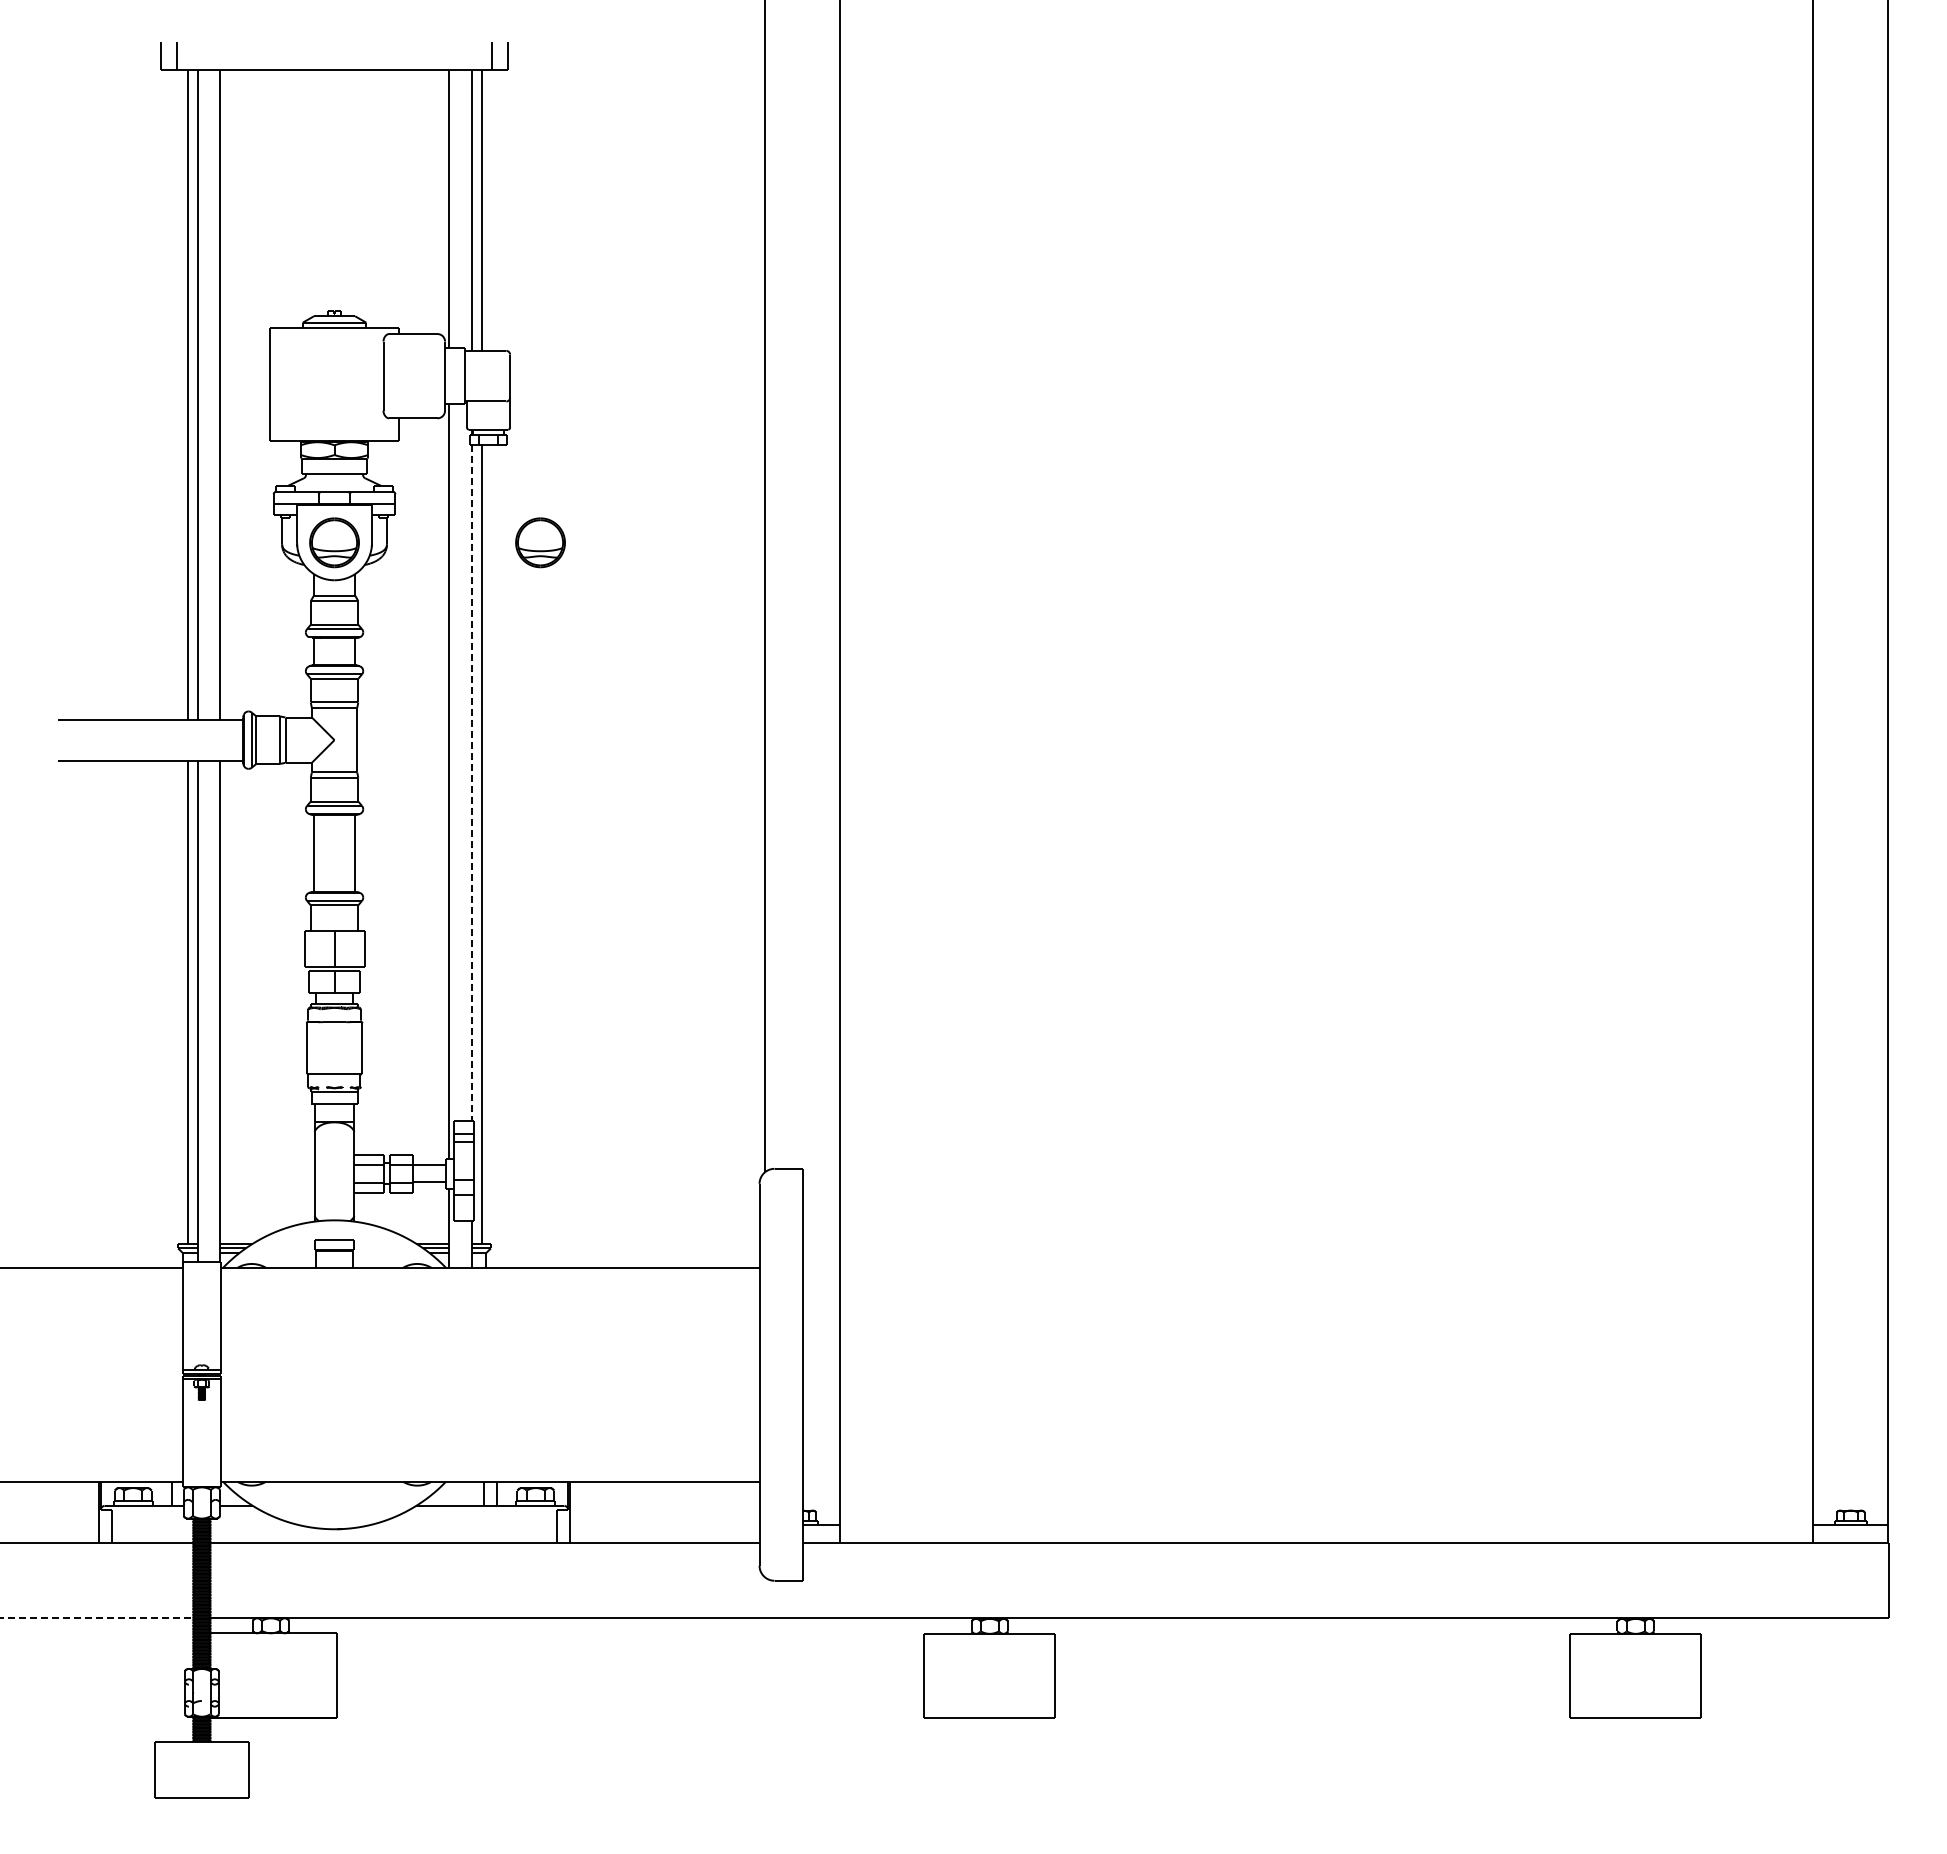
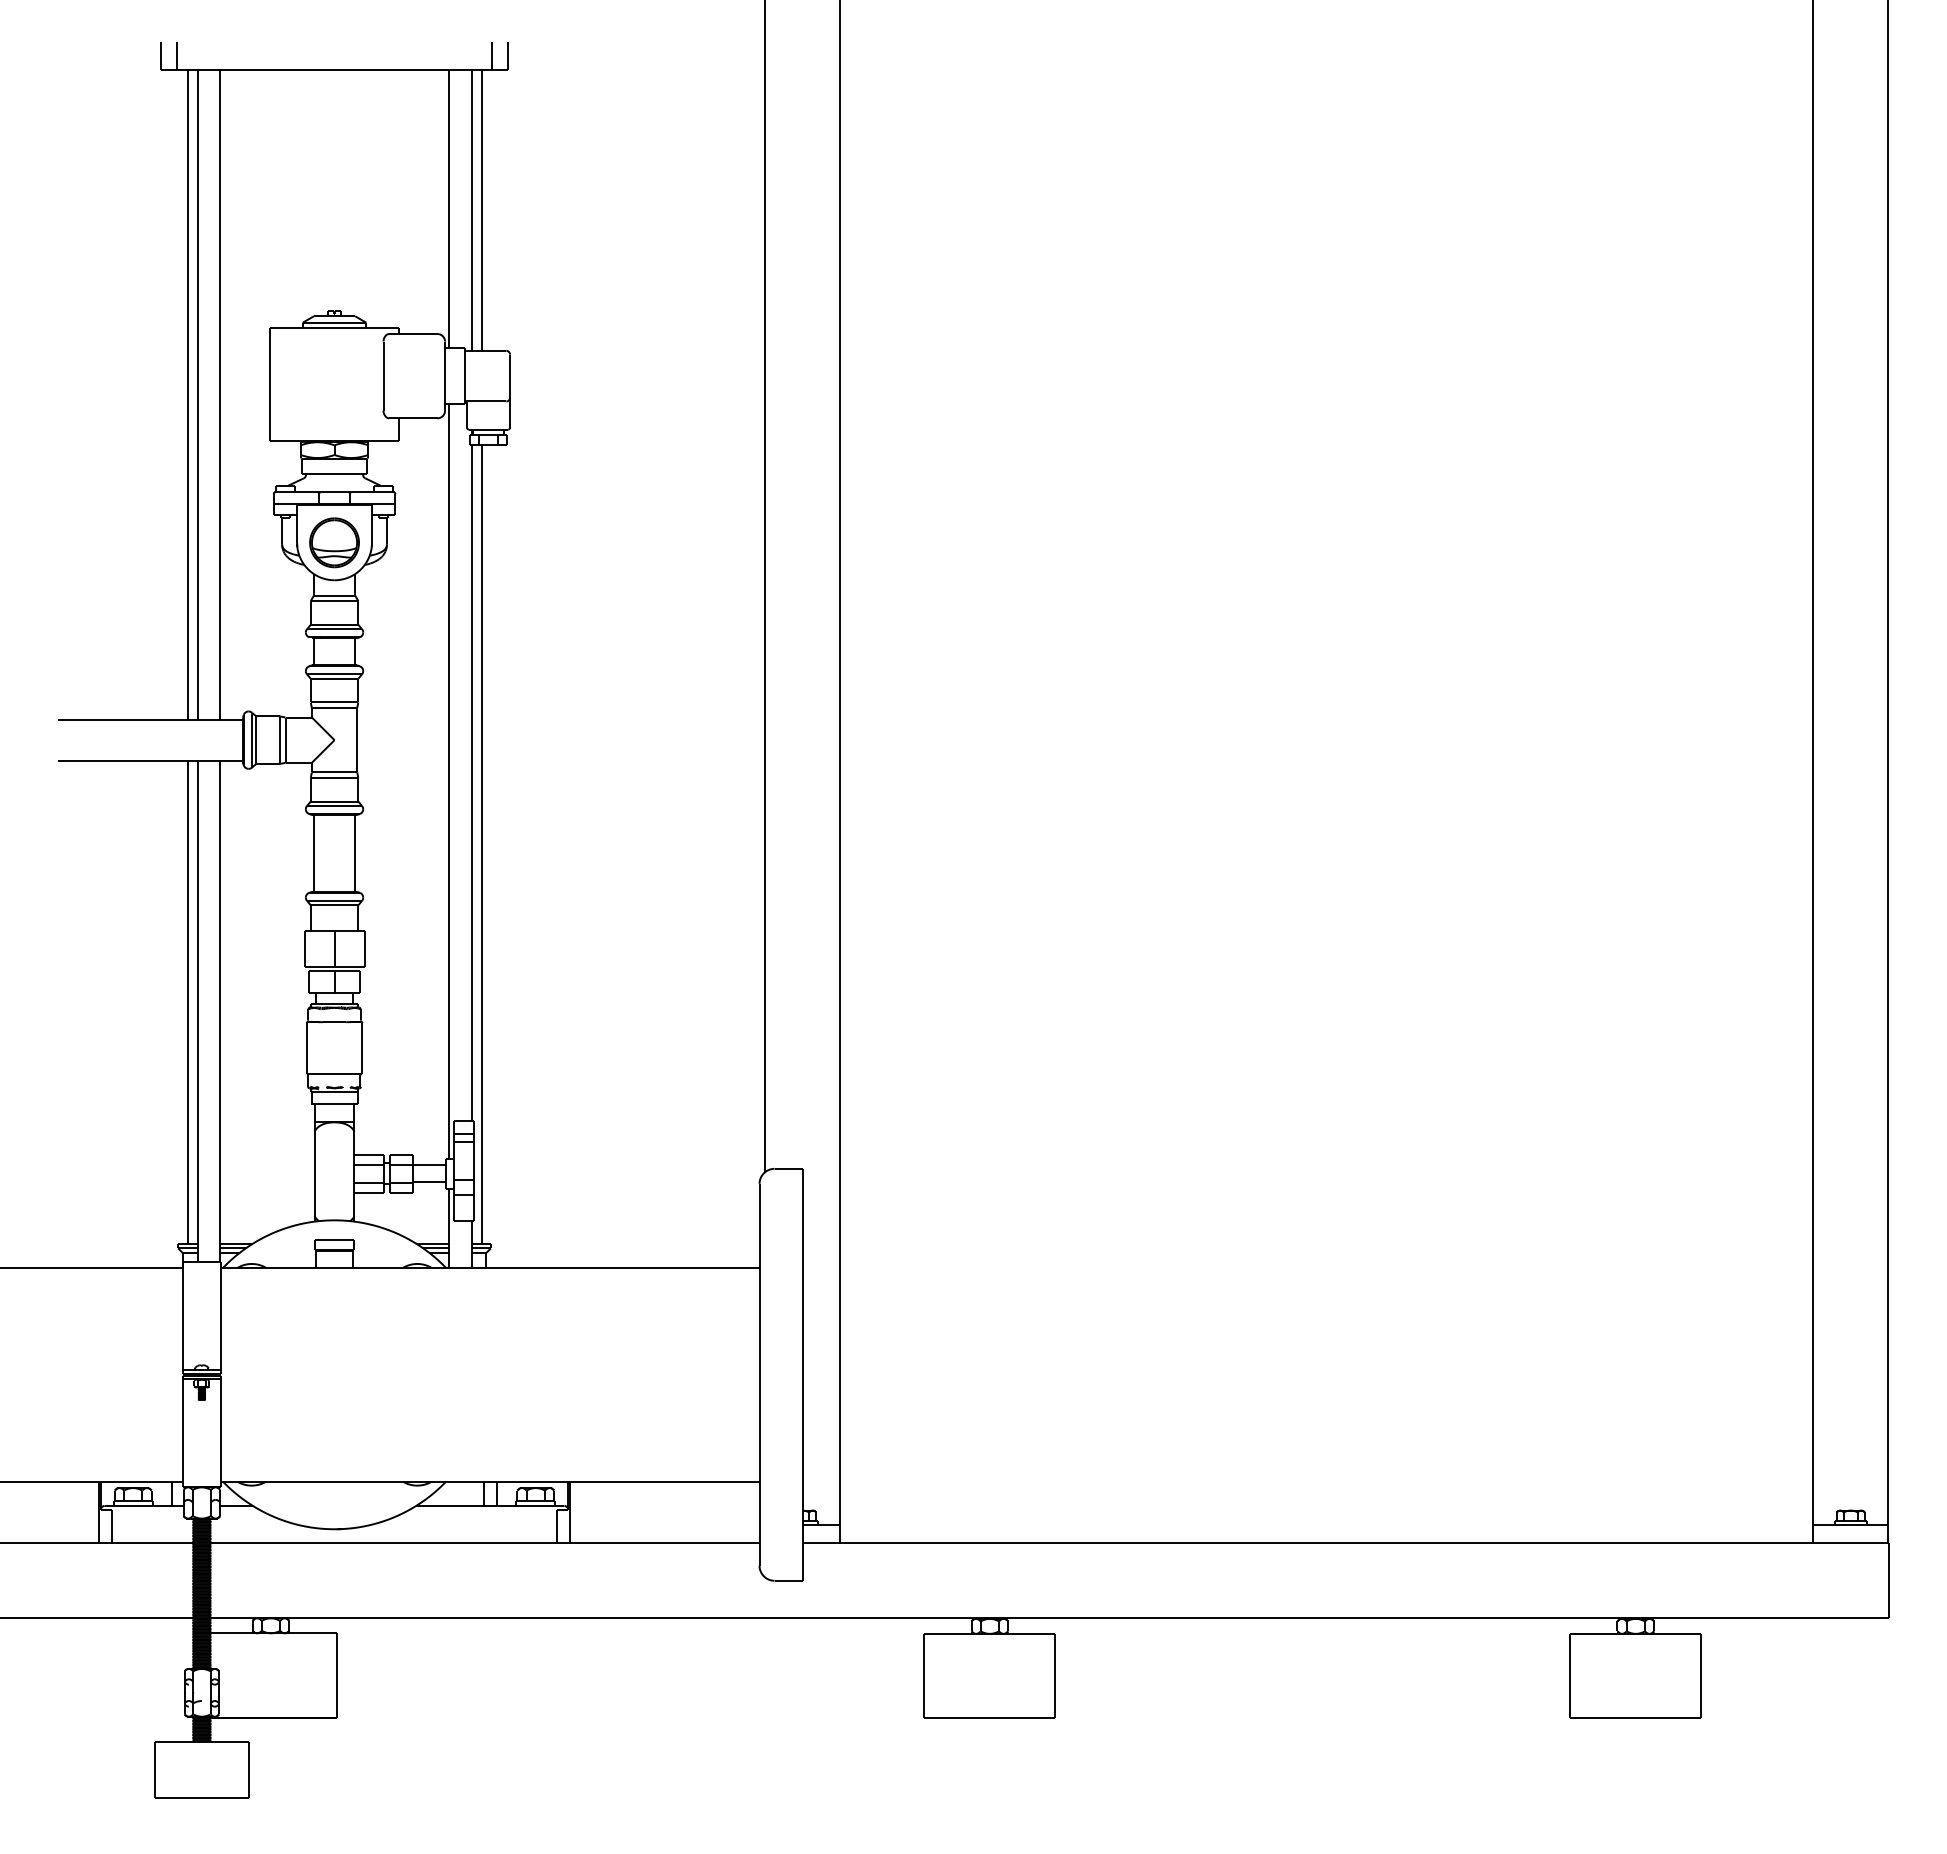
part at (540, 542): present -> none
line at (471, 783): dashed -> solid
line at (97, 1618): dashed -> solid
